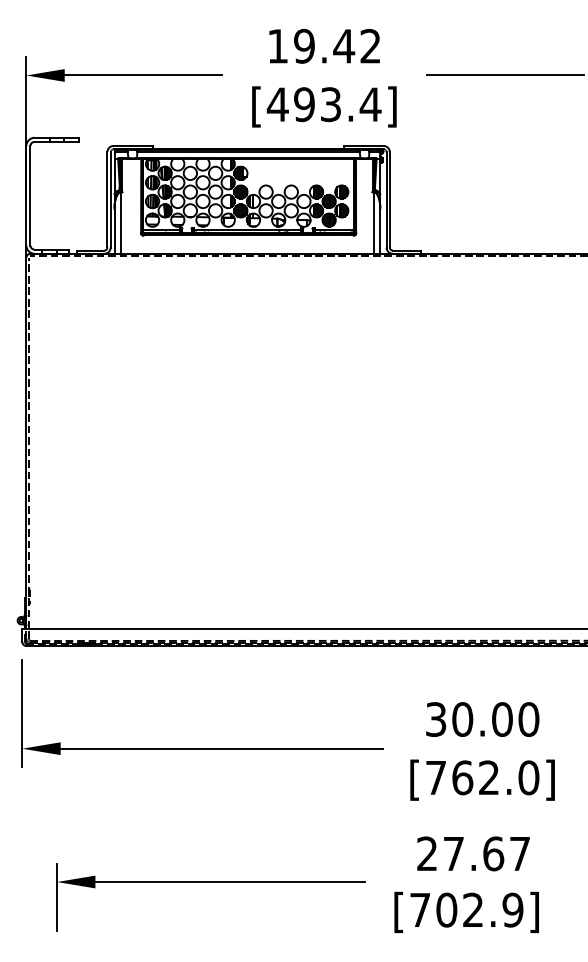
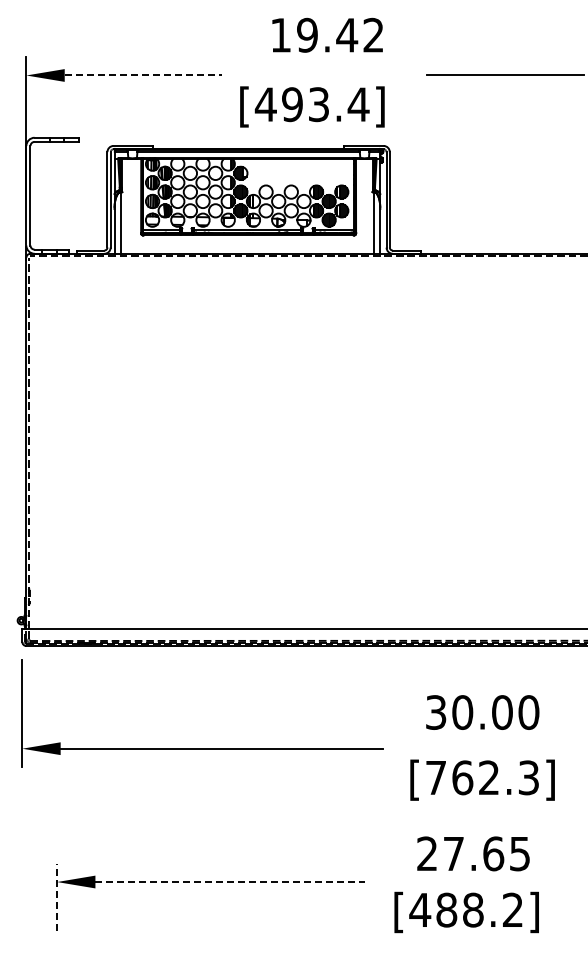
text at (324, 45) position: (324, 45) -> (327, 34)
line at (143, 75): solid -> dashed
text at (324, 106) position: (324, 106) -> (312, 106)
text at (482, 719) position: (482, 719) -> (482, 712)
text at (528, 777): [762.0] -> [762.3]
text at (519, 854): 27.67 -> 27.65
line at (230, 882): solid -> dashed
line at (57, 897): solid -> dashed
text at (466, 909): [702.9] -> [488.2]
